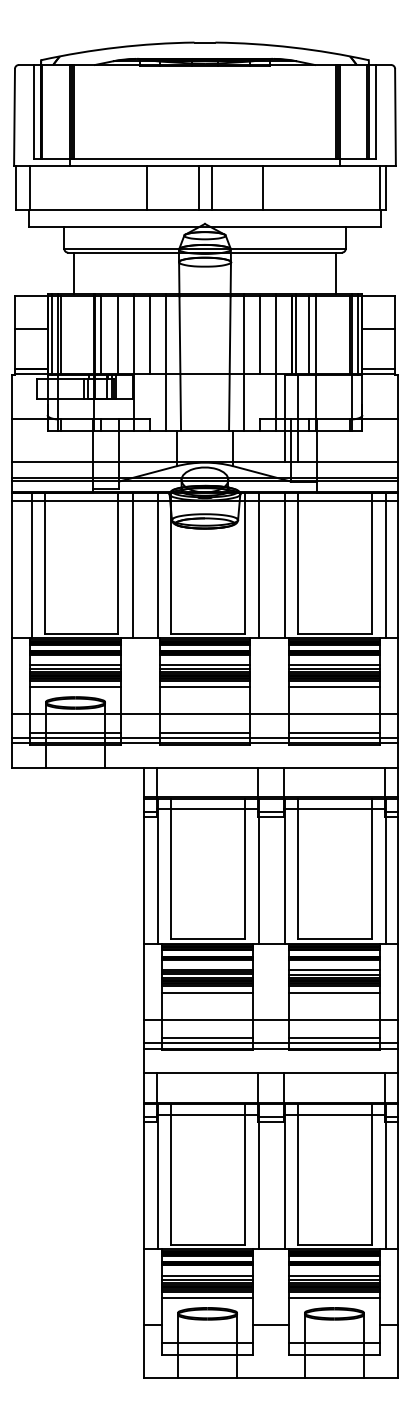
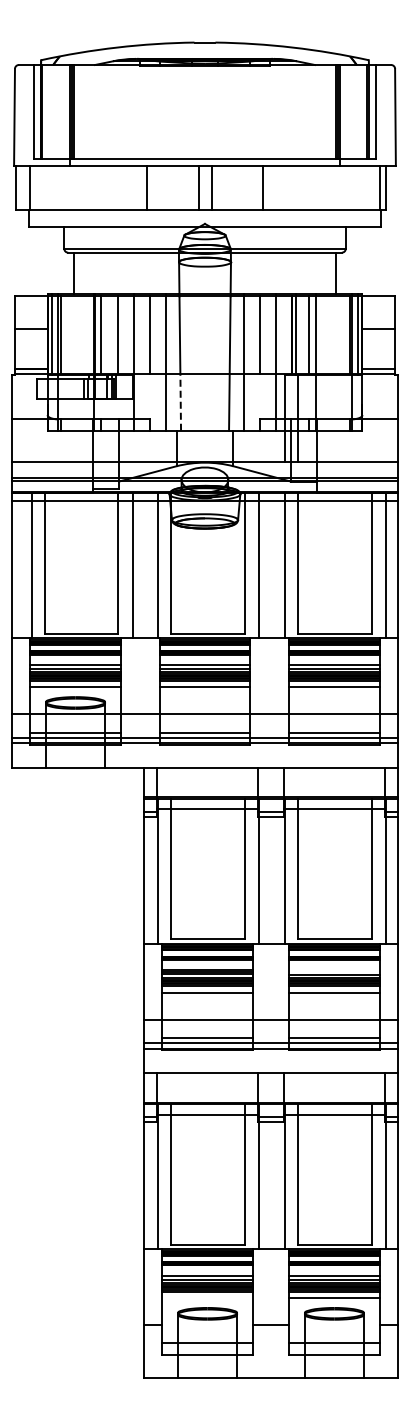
line at (180, 401): solid -> dashed
line at (334, 970): present -> none
line at (207, 1298): present -> none
